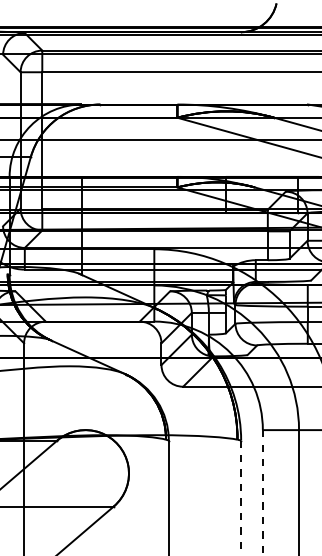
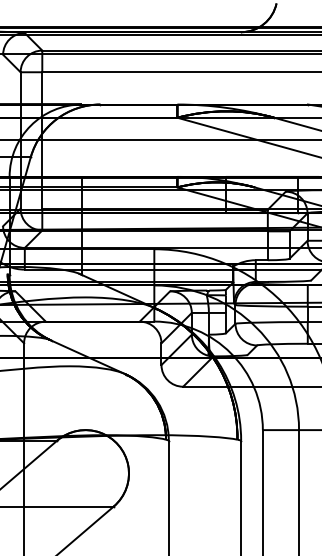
line at (262, 492): dashed -> solid
line at (241, 498): dashed -> solid
